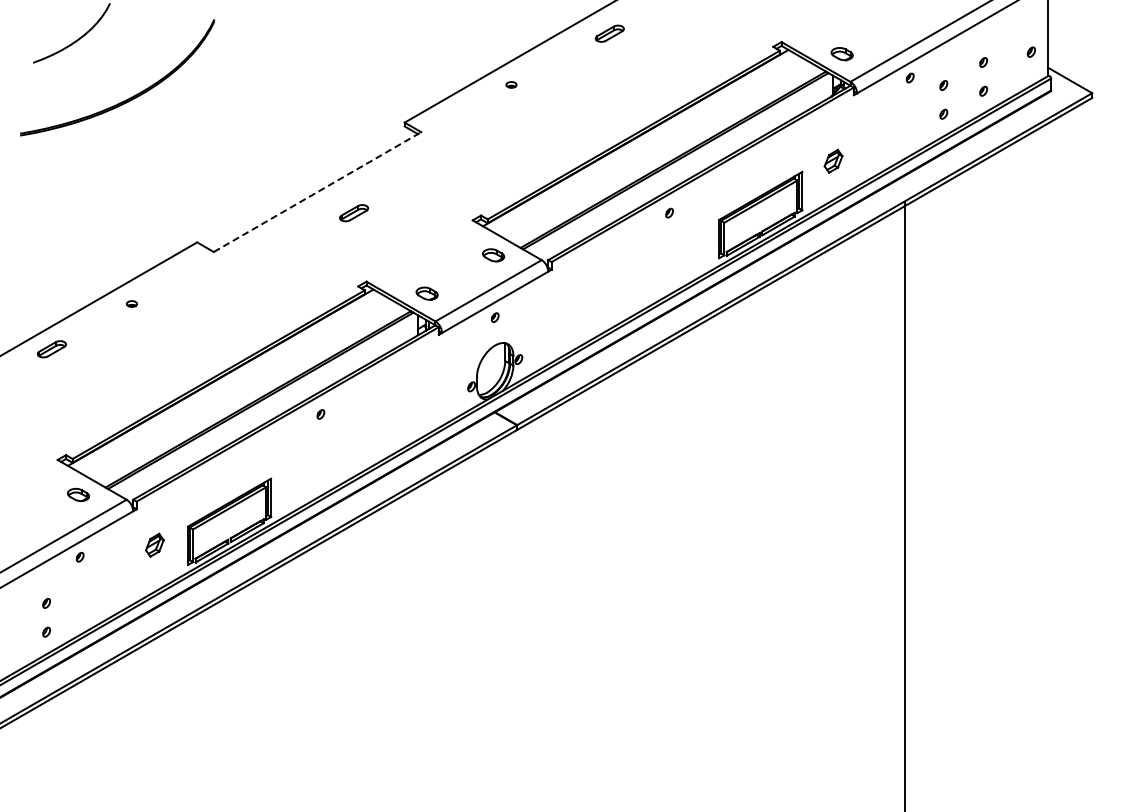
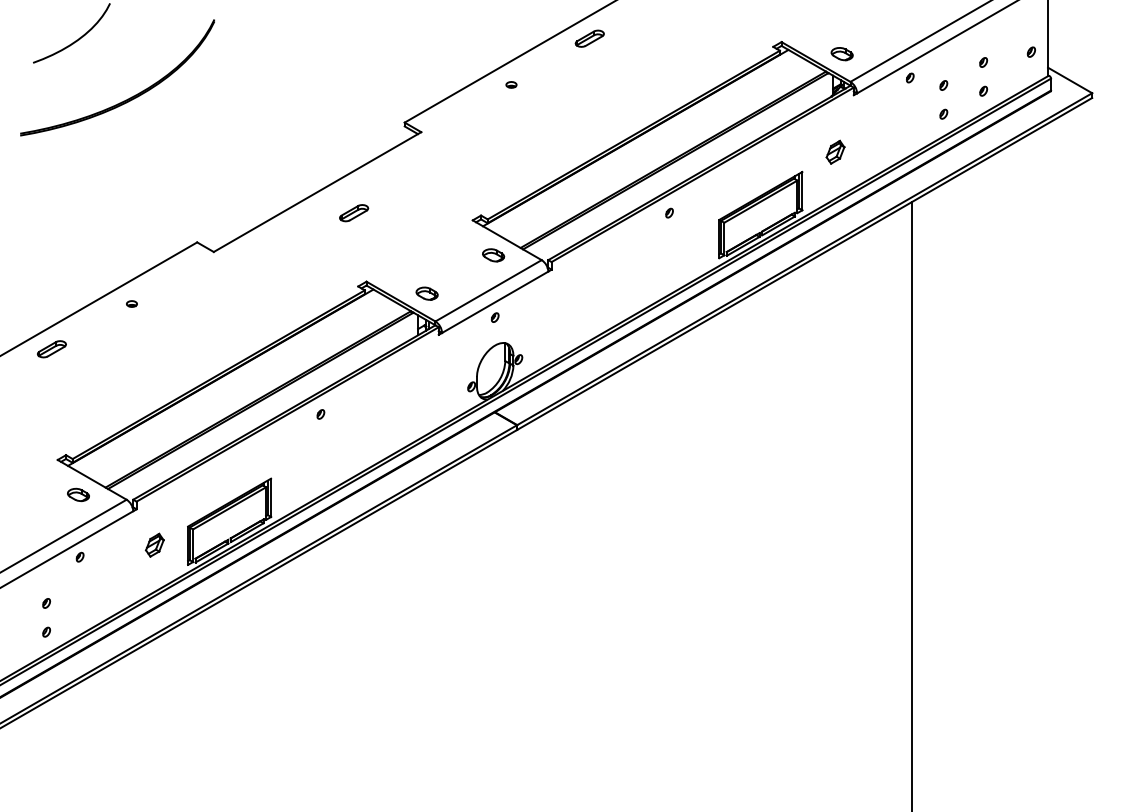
part at (609, 33) position: (609, 33) -> (589, 38)
part at (833, 160) position: (833, 160) -> (835, 151)
line at (317, 192): dashed -> solid
line at (905, 504) position: (905, 504) -> (912, 504)
